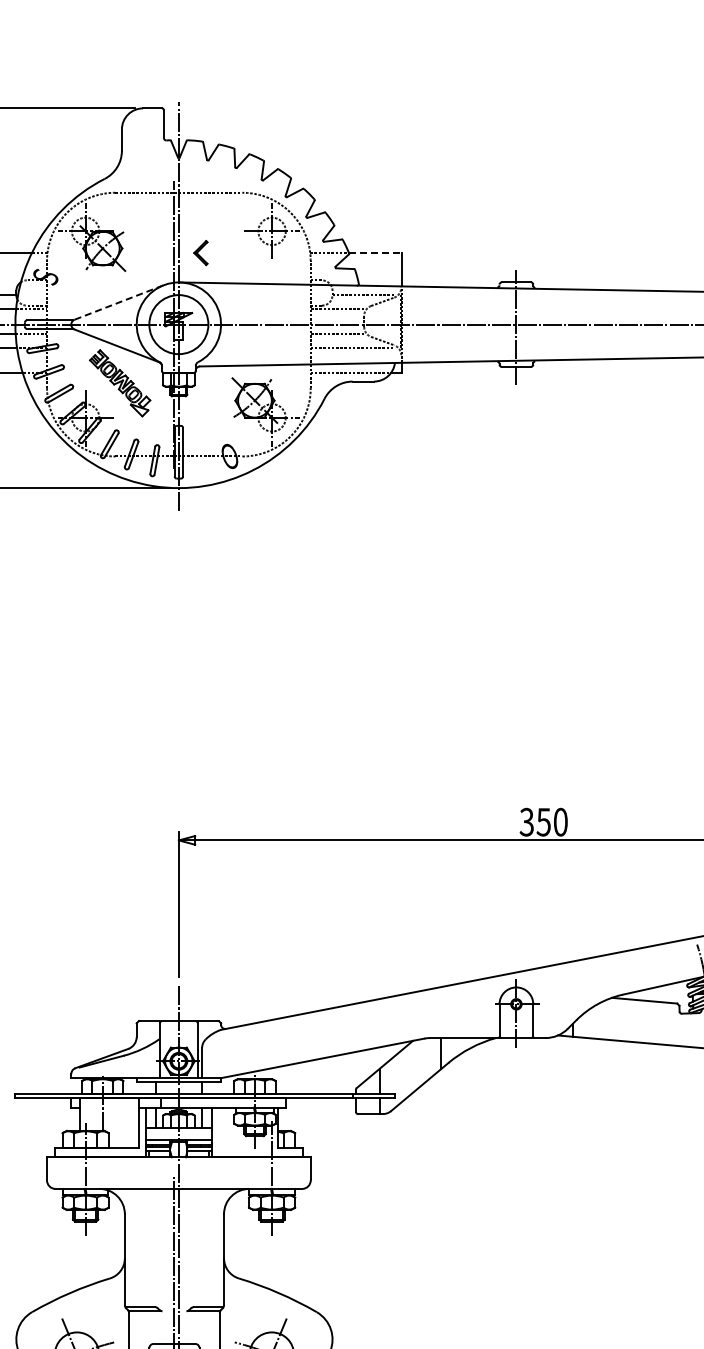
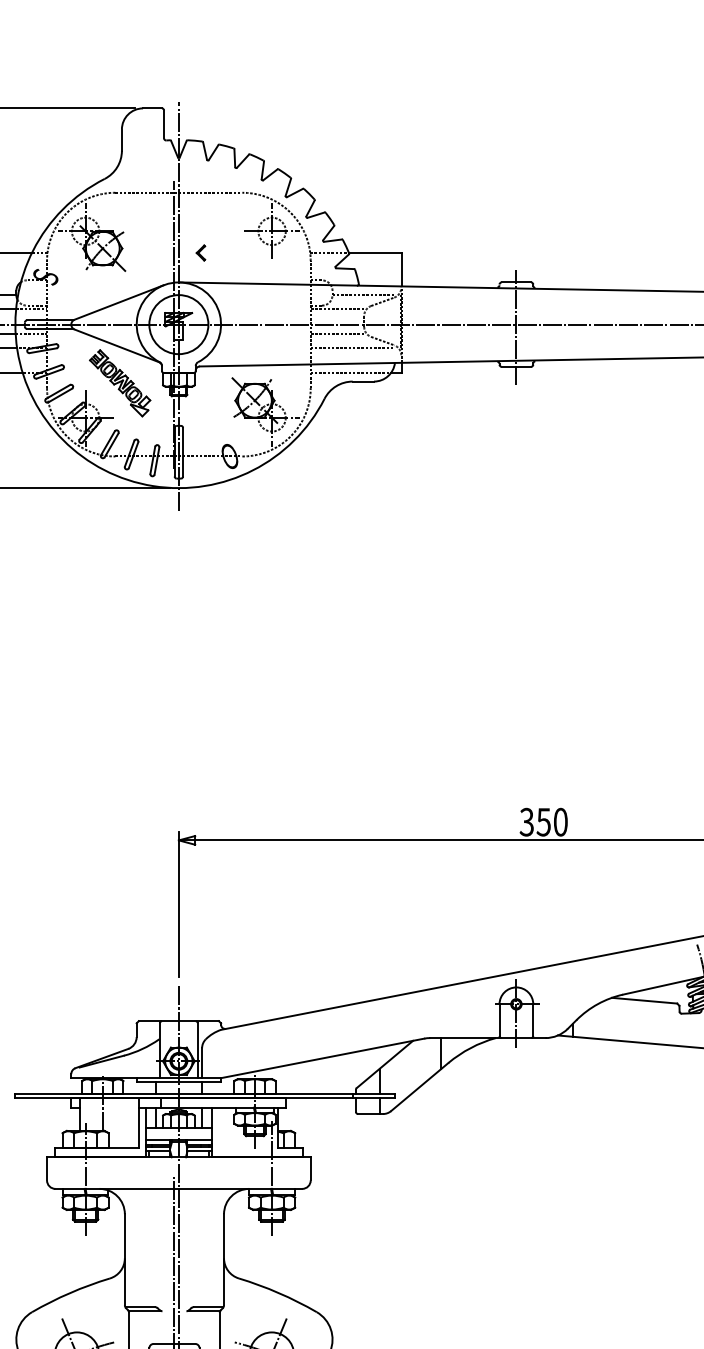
line at (375, 252): dashed -> solid
part at (200, 253) size: 16x27 px -> 12x18 px
line at (119, 302): dashed -> solid
